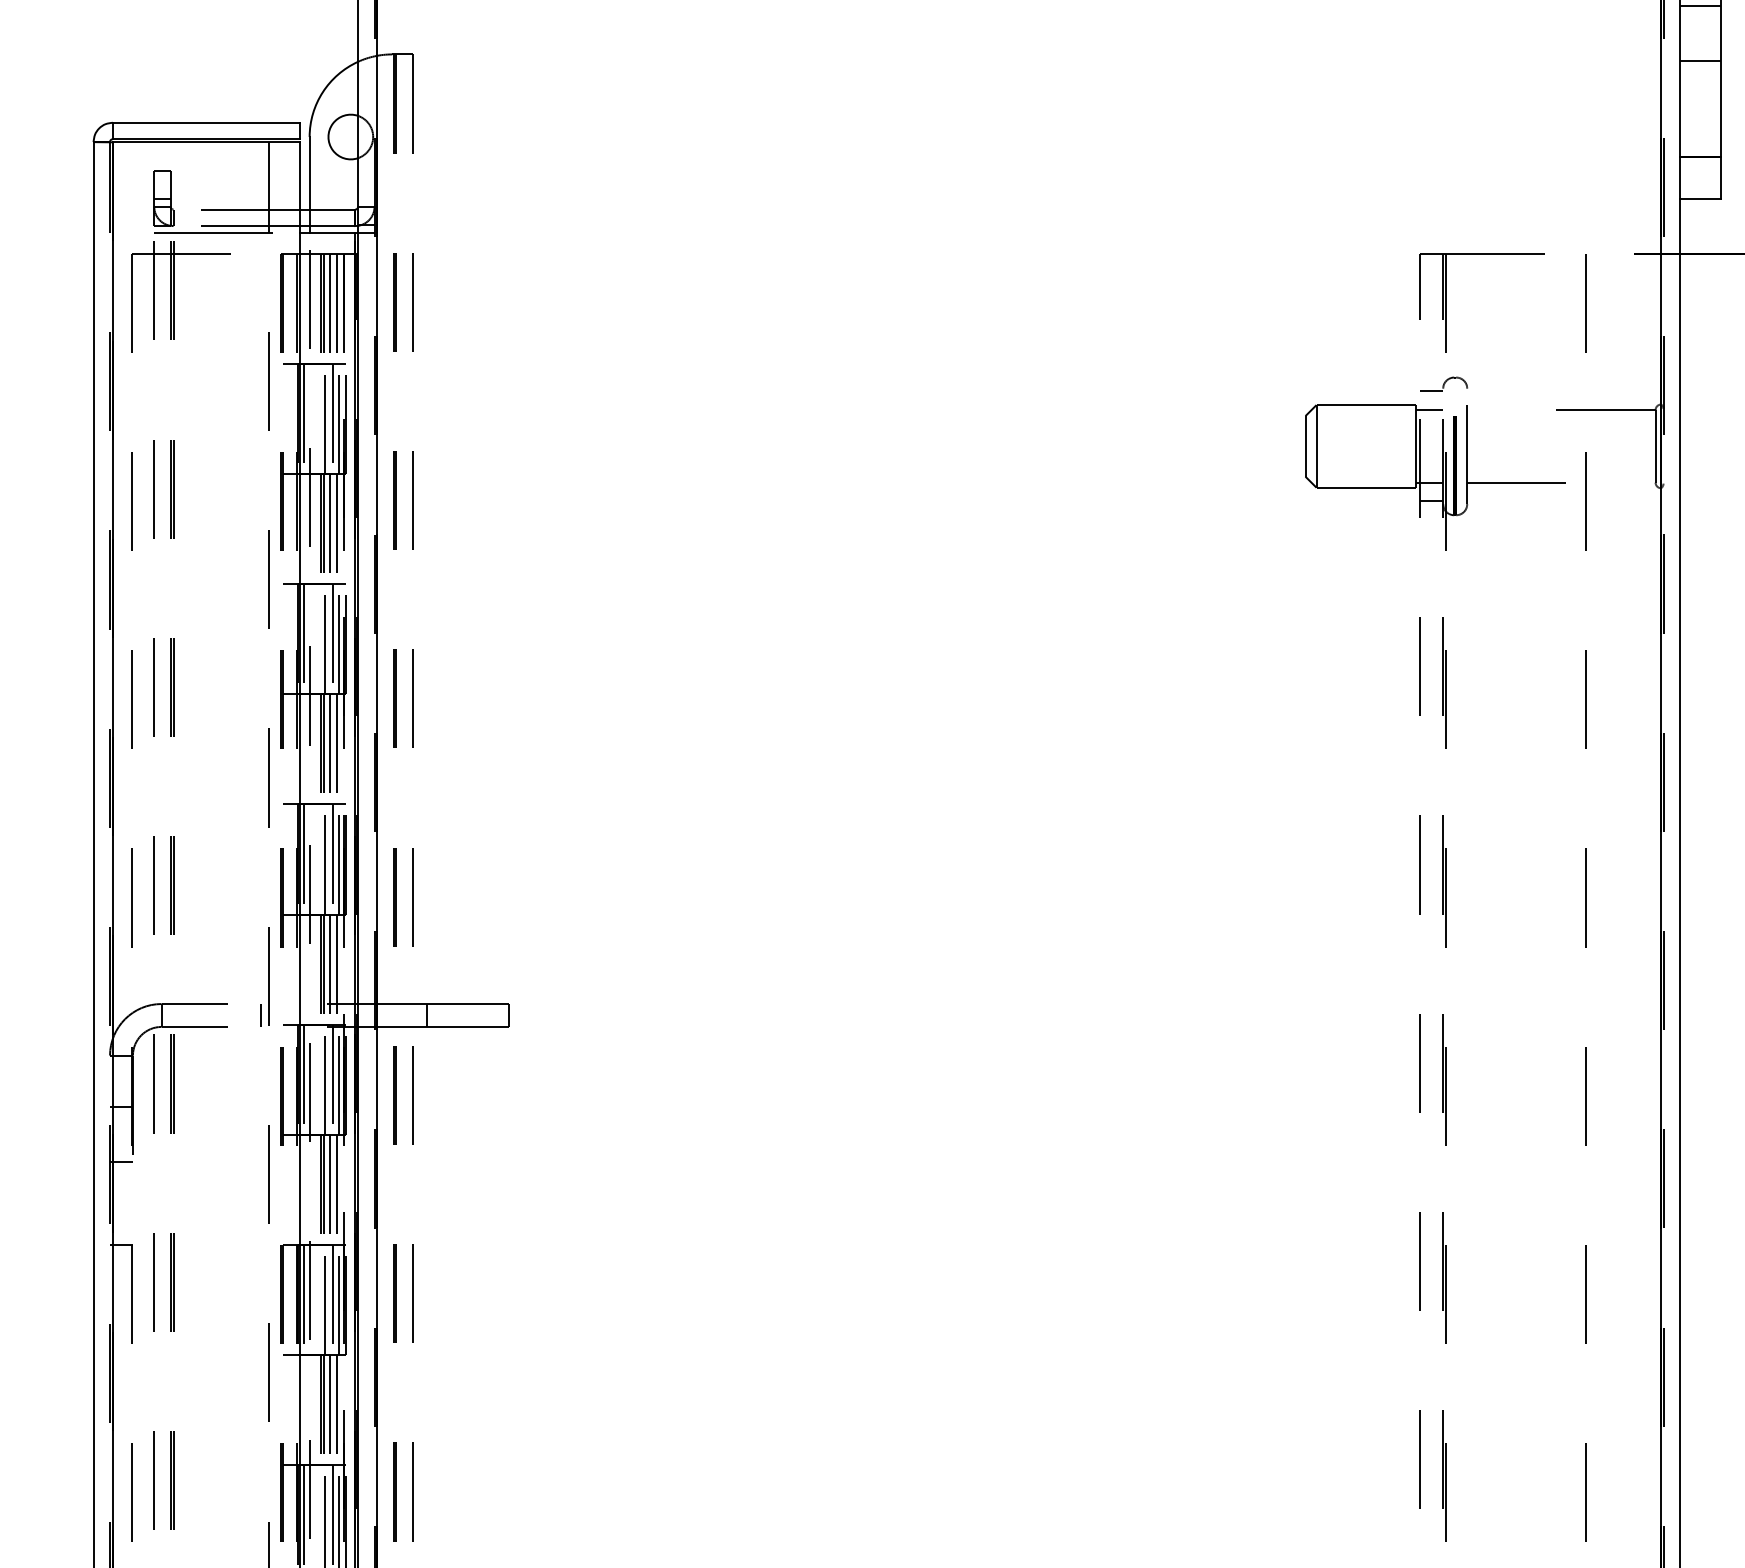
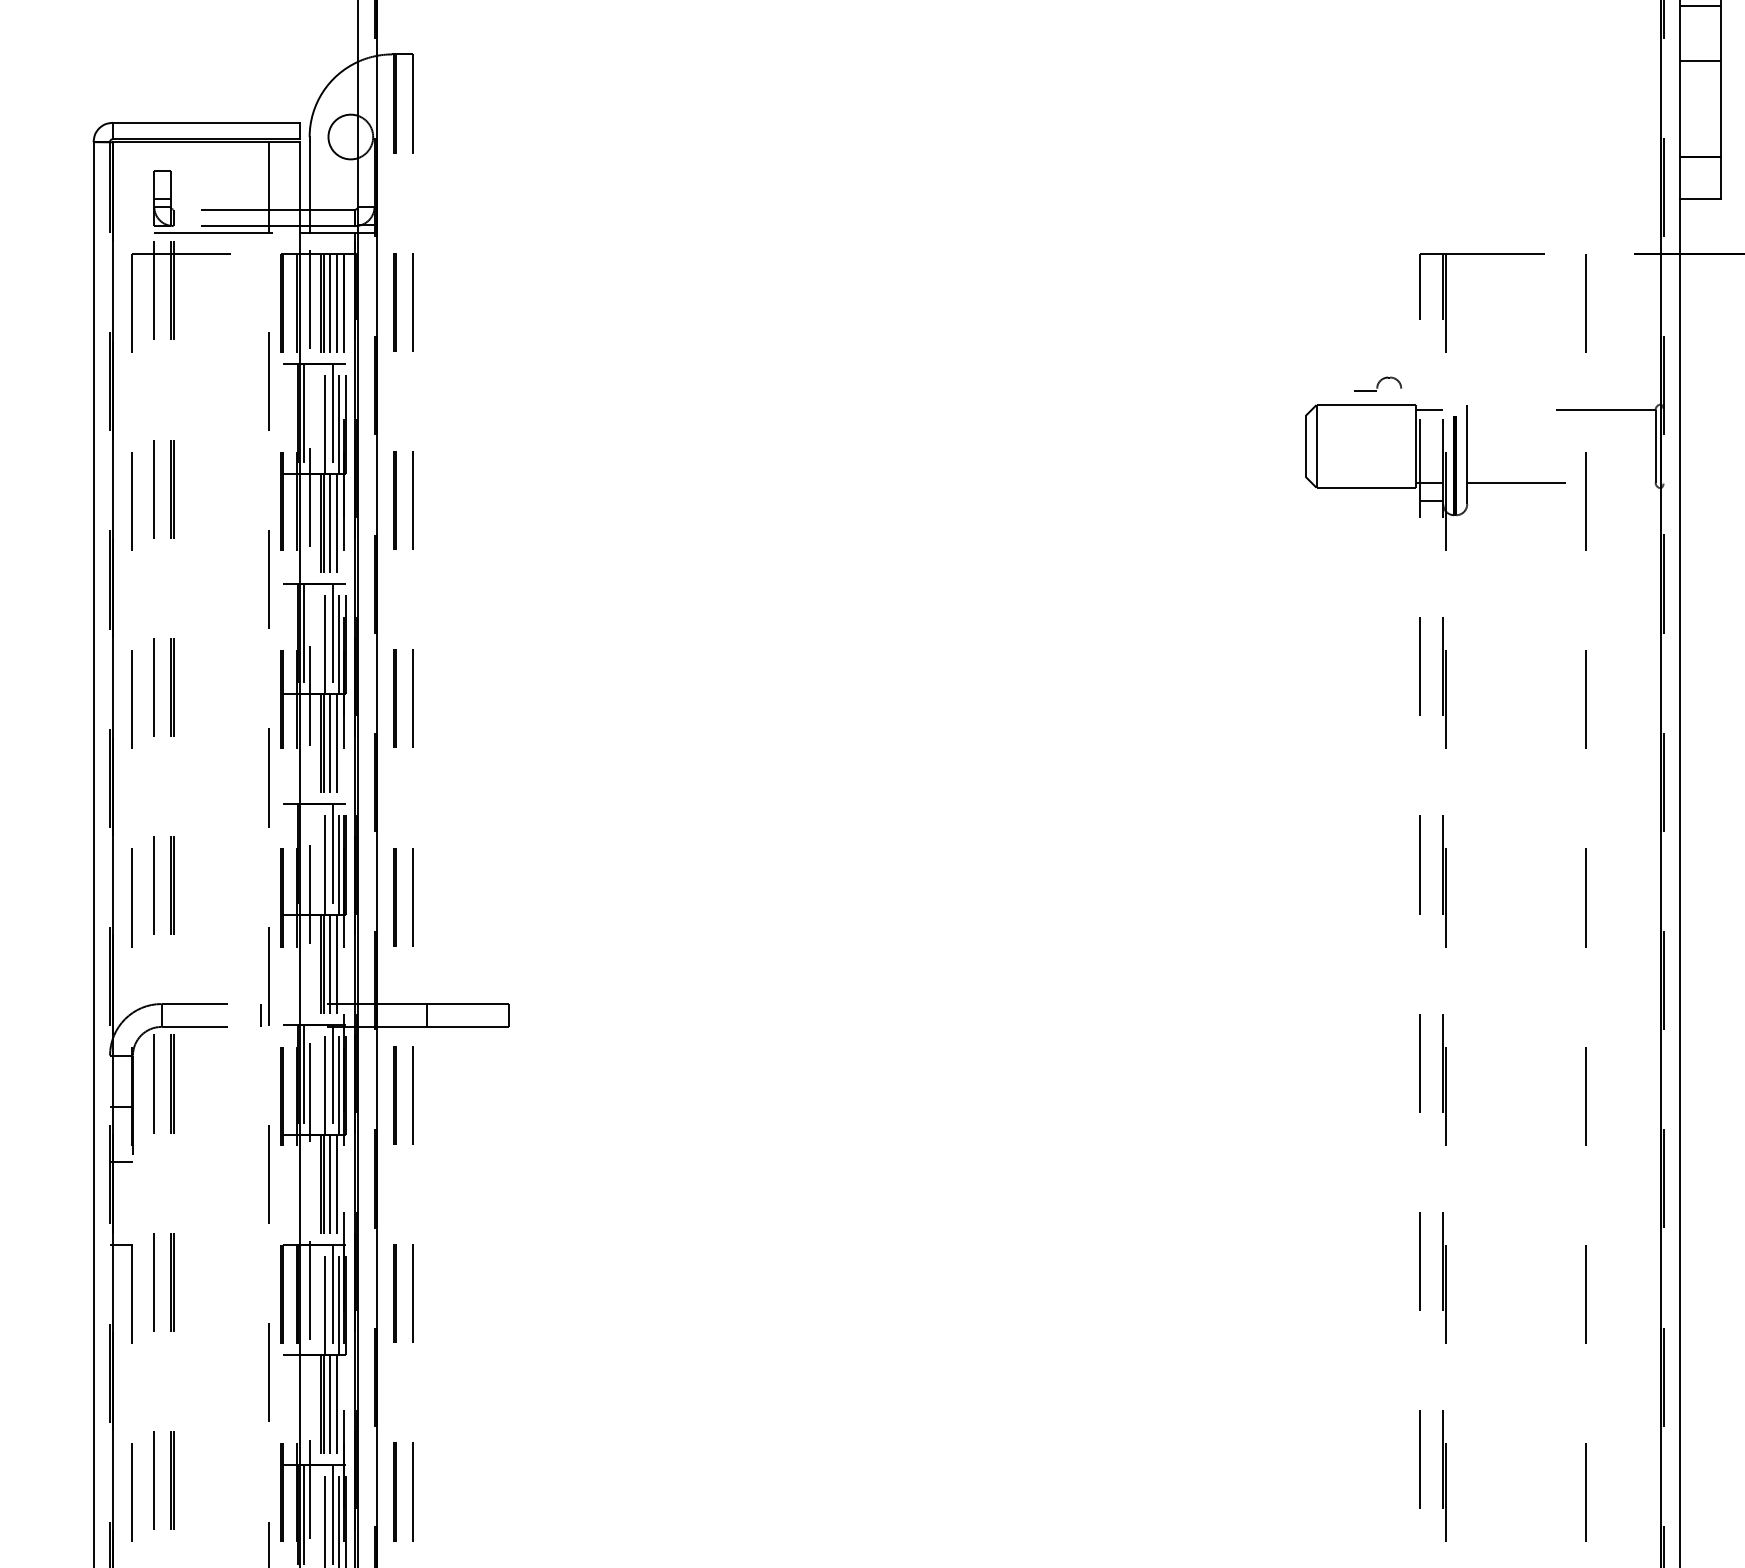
part at (1444, 383) position: (1444, 383) -> (1378, 383)
line at (304, 859): present -> none
line at (304, 1300): present -> none
